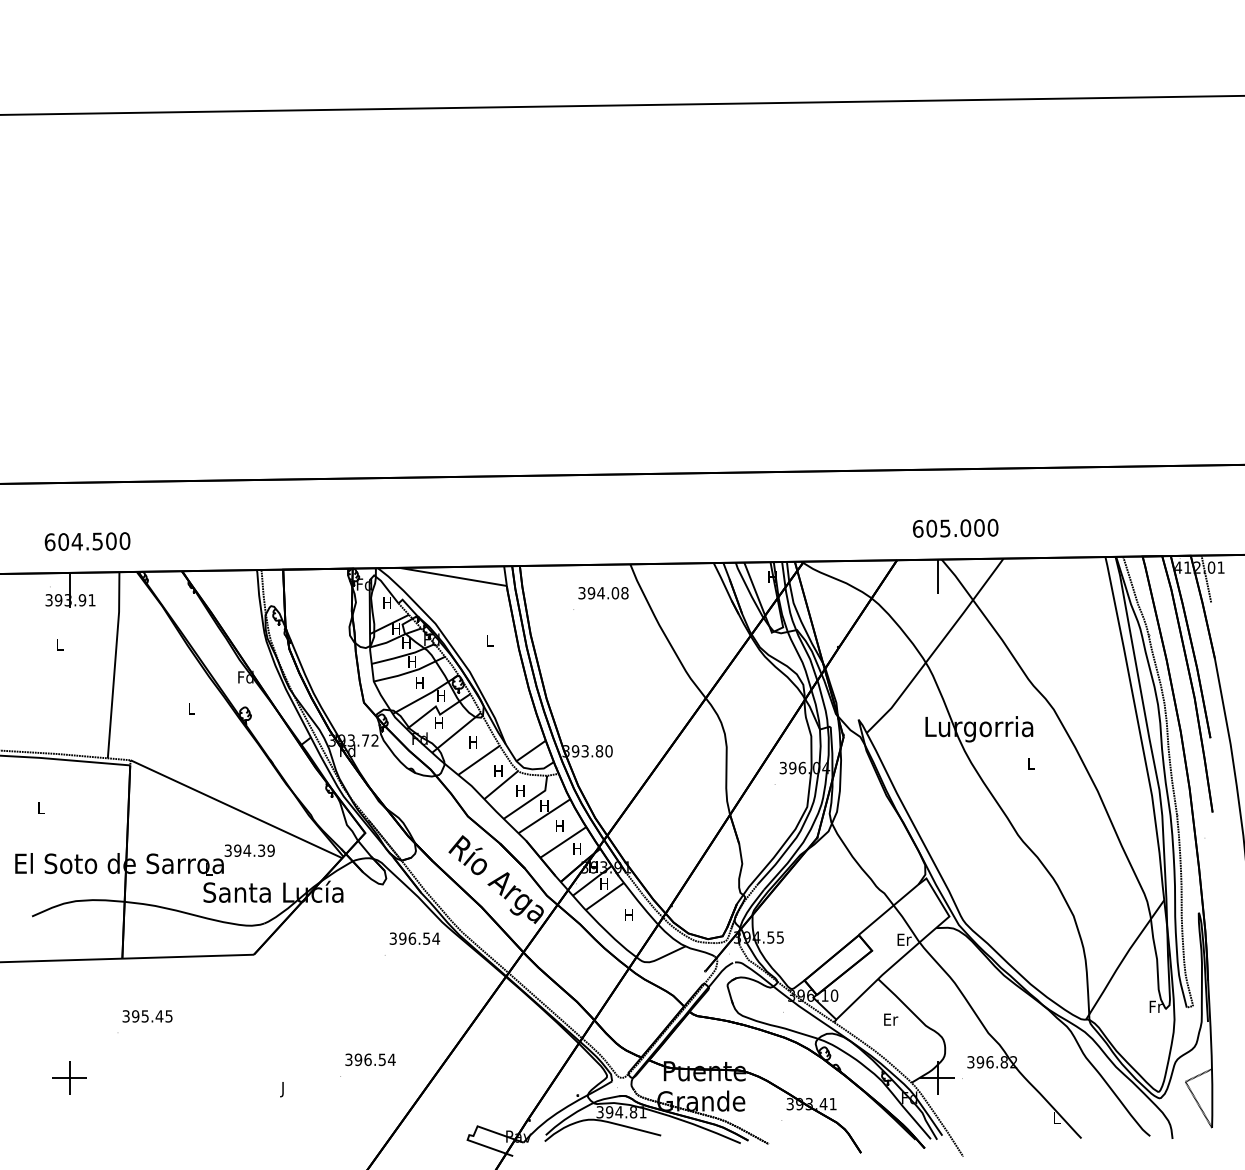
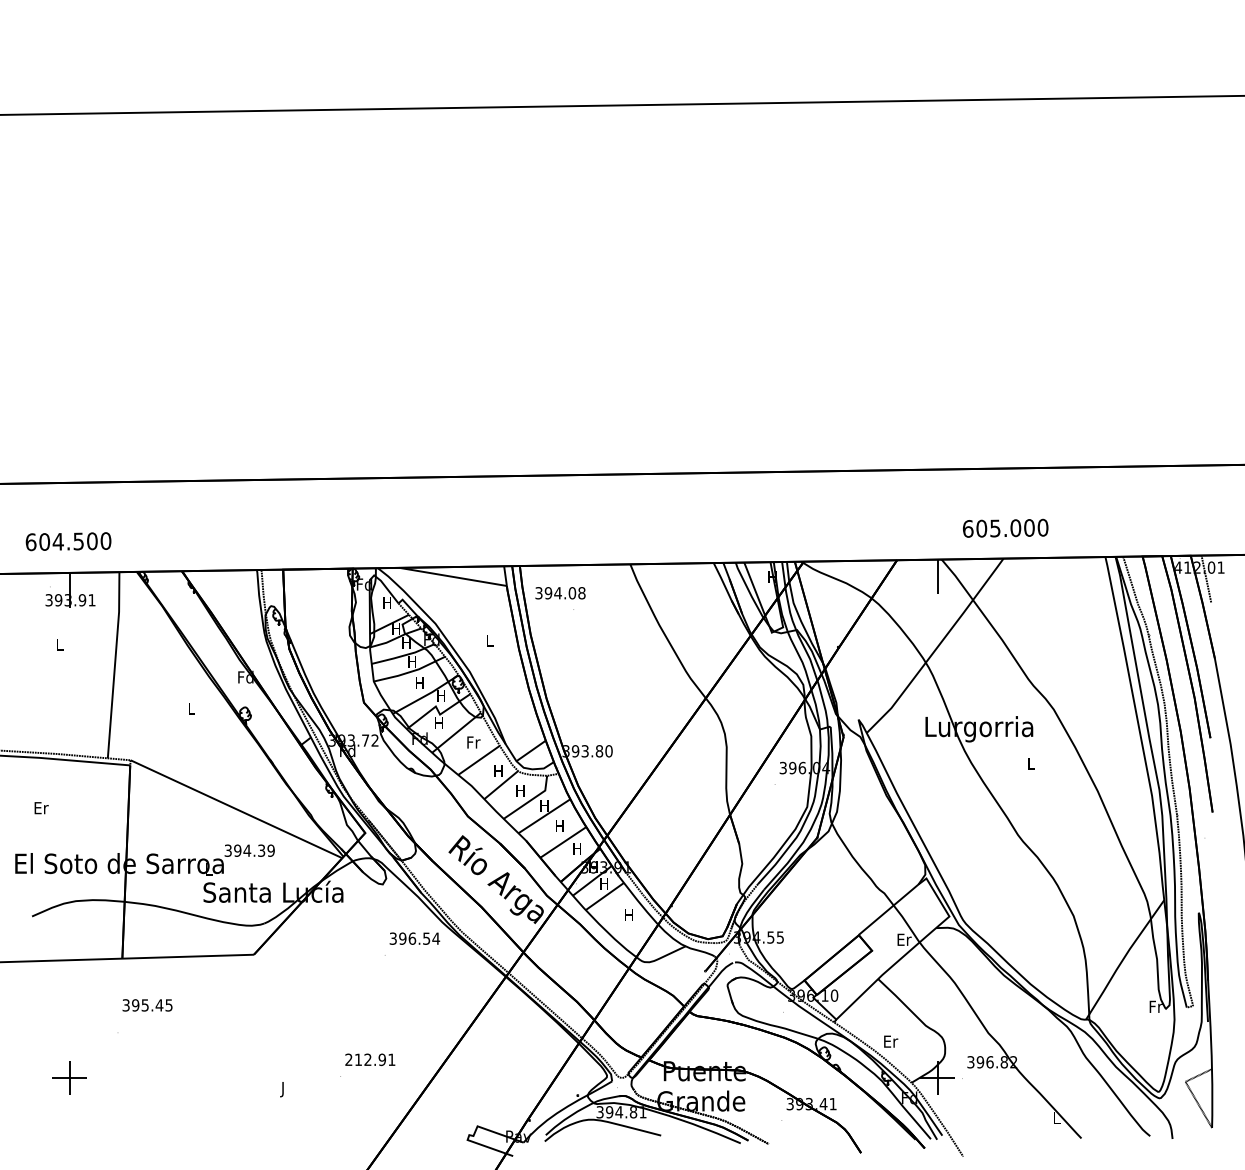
text at (955, 527) position: (955, 527) -> (1005, 527)
text at (87, 541) position: (87, 541) -> (68, 541)
text at (603, 593) position: (603, 593) -> (560, 593)
text at (473, 742): H -> Fr
text at (41, 808): L -> Er
text at (147, 1016) position: (147, 1016) -> (147, 1005)
text at (891, 1019) position: (891, 1019) -> (891, 1041)
text at (370, 1059): 396.54 -> 212.91
